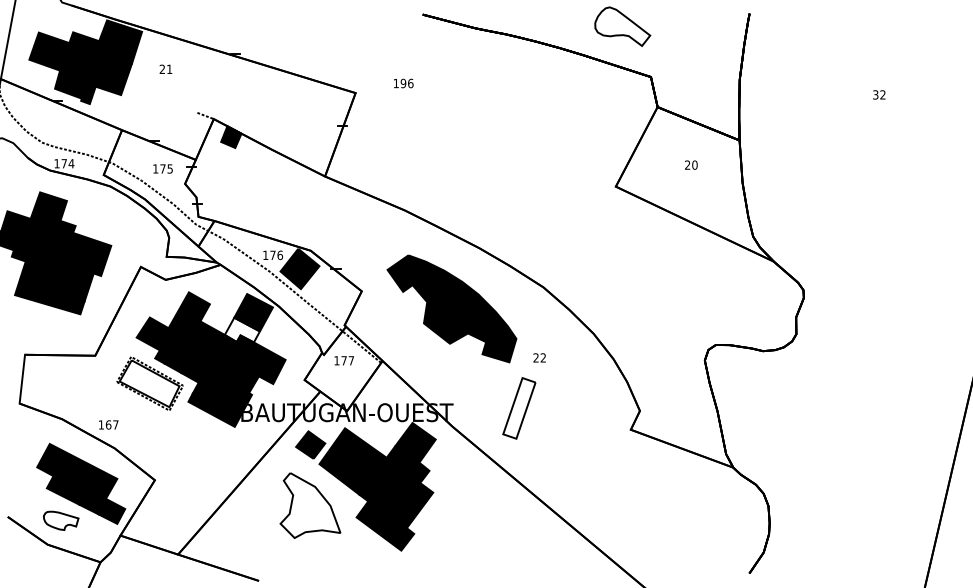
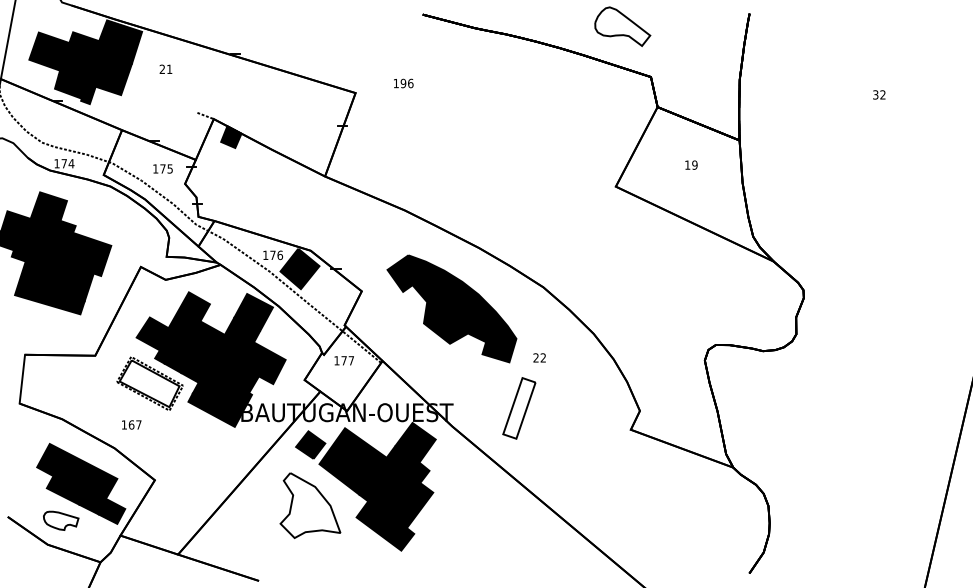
text at (691, 164): 20 -> 19
fill at (241, 329): none -> present
text at (108, 424) position: (108, 424) -> (131, 424)
